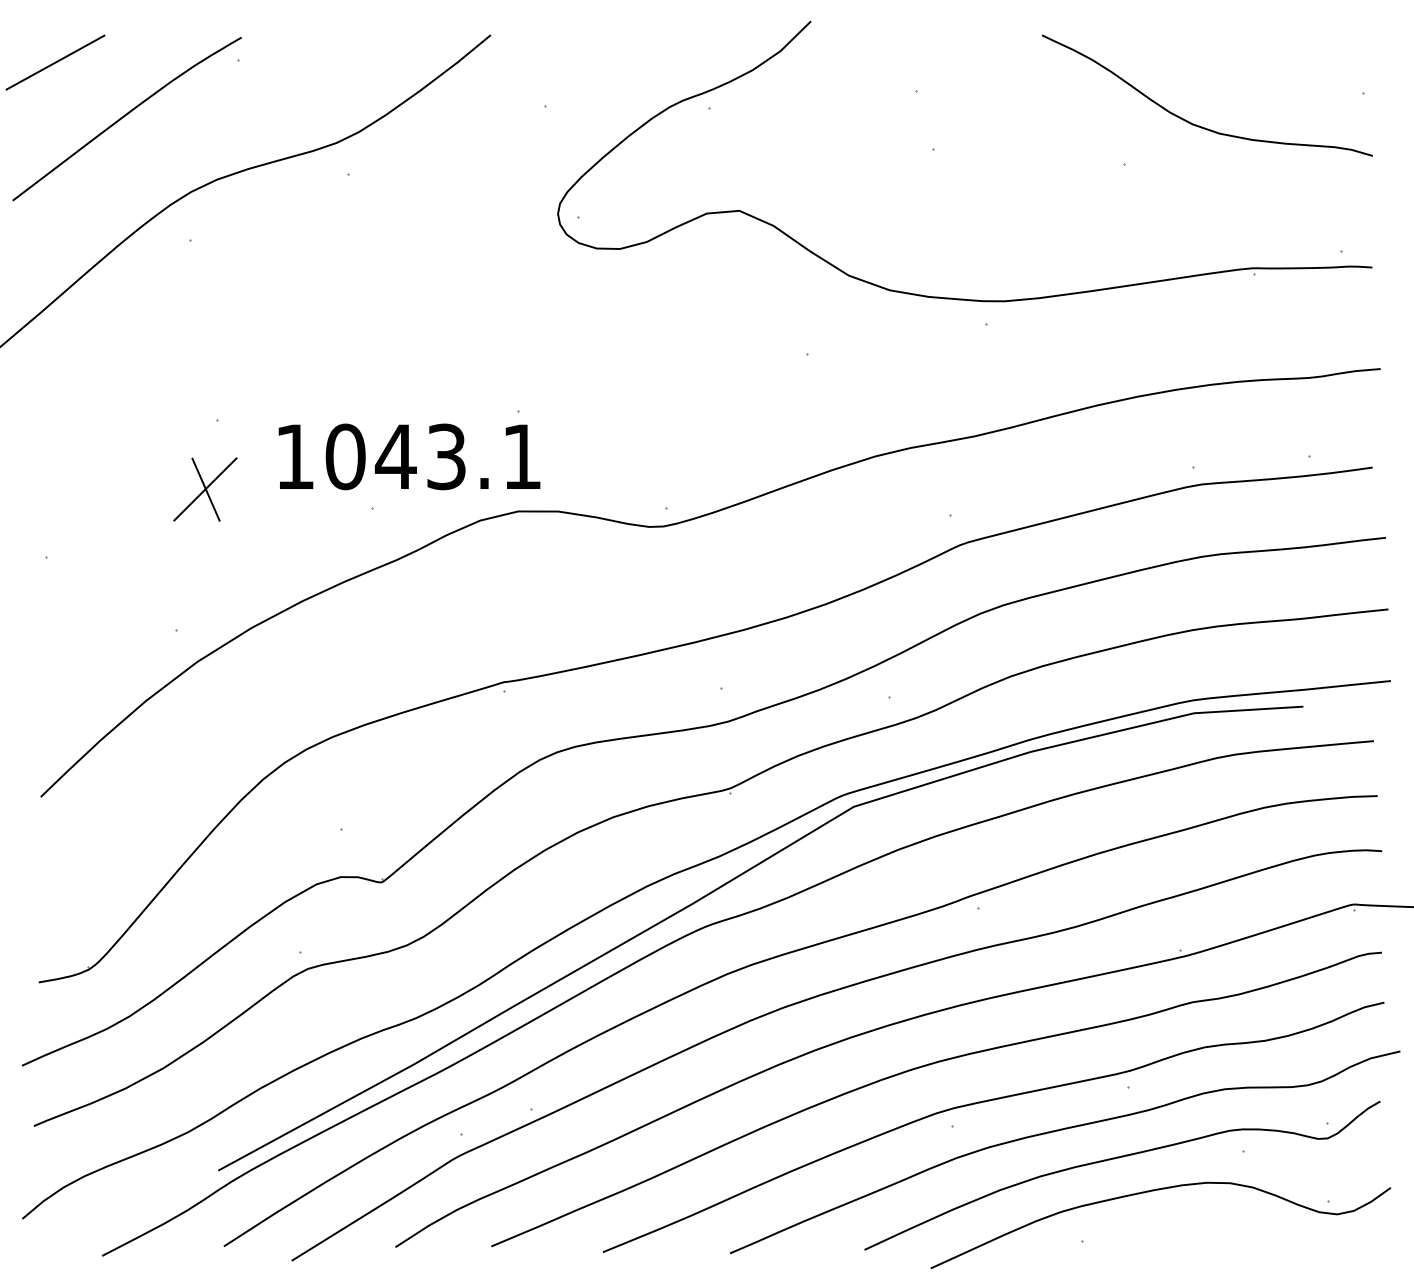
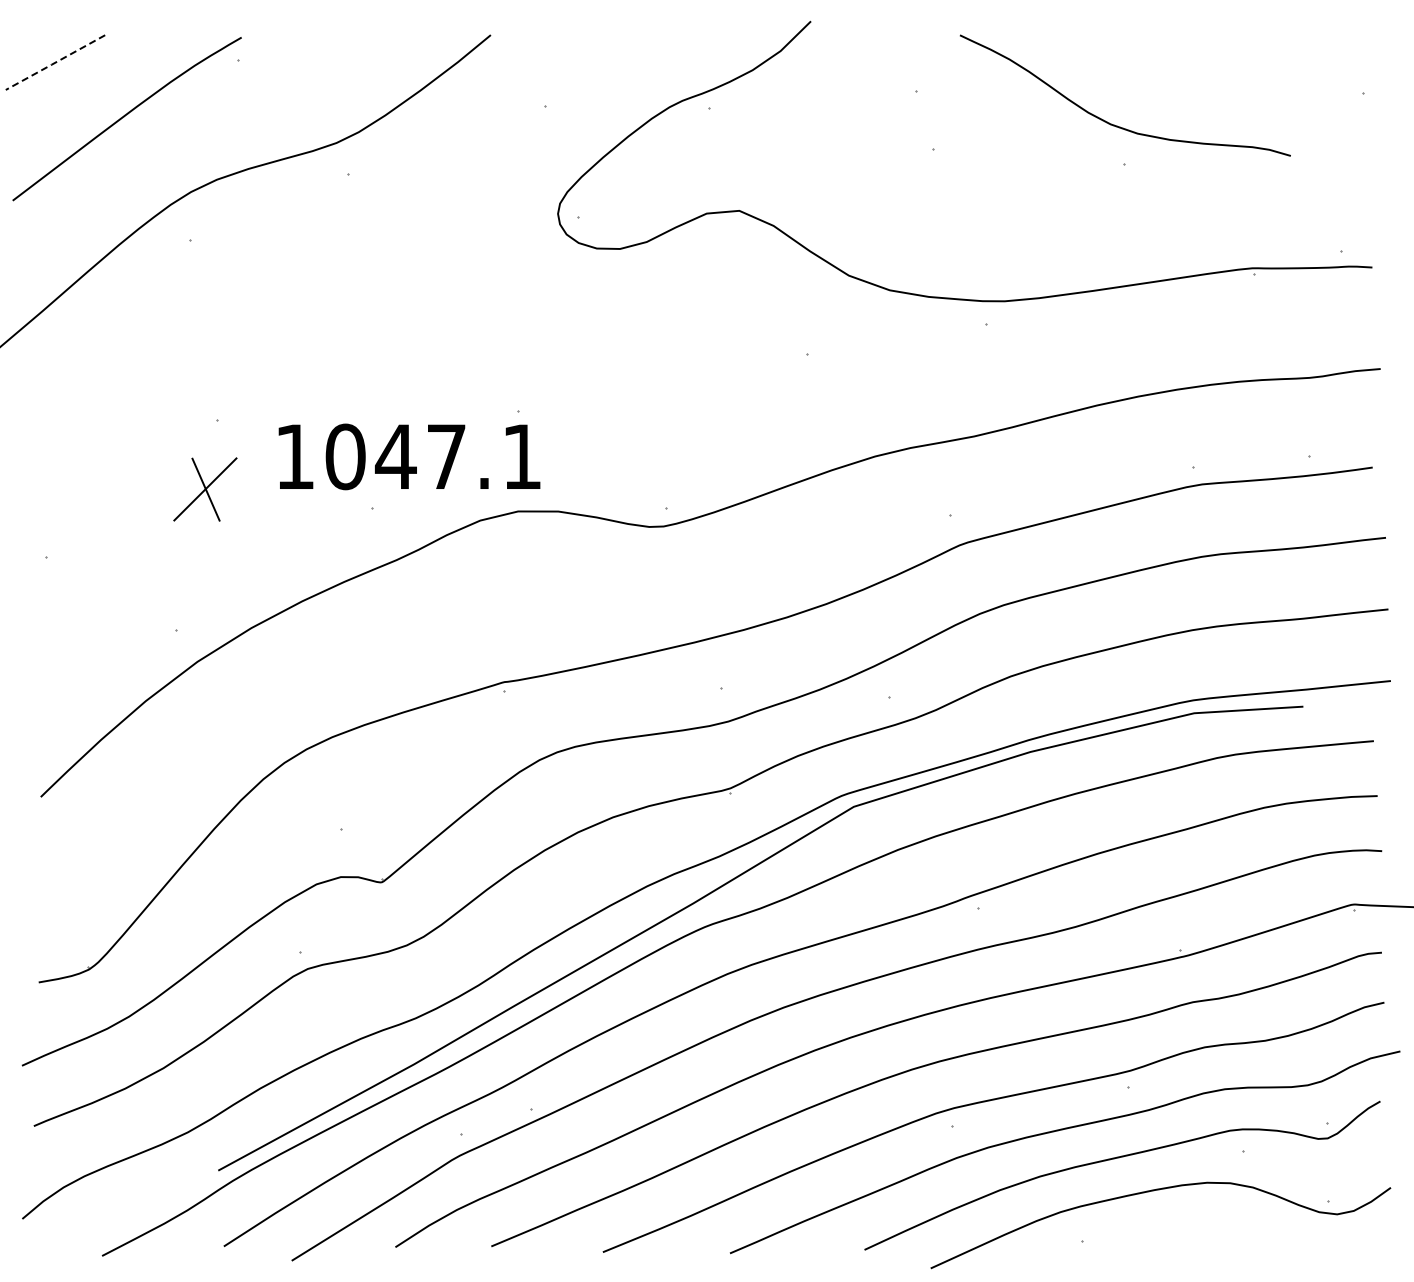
line at (55, 62): solid -> dashed
curve at (1196, 124) position: (1196, 124) -> (1114, 124)
text at (446, 456): 1043.1 -> 1047.1
